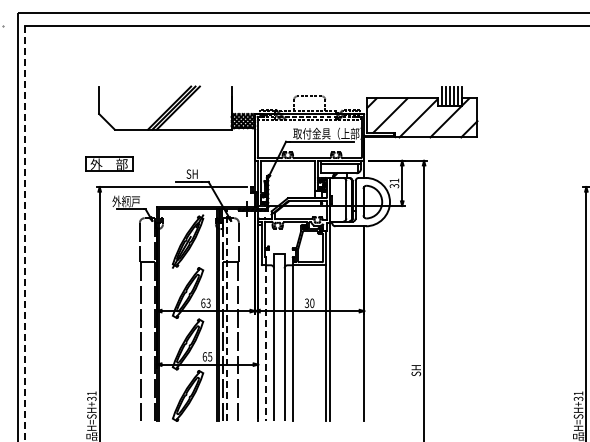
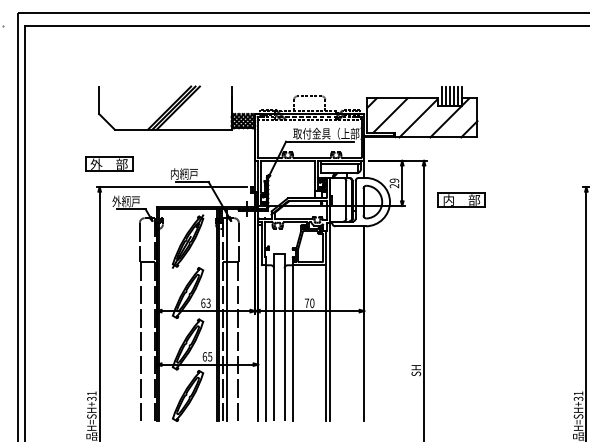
text at (184, 173): SH -> 内網戸
text at (394, 183): 31 -> 29
part at (461, 199): none -> present
line at (24, 234): dashed -> solid
text at (306, 303): 30 -> 70
line at (227, 314): dashed -> solid
line at (266, 343): dashed -> solid
